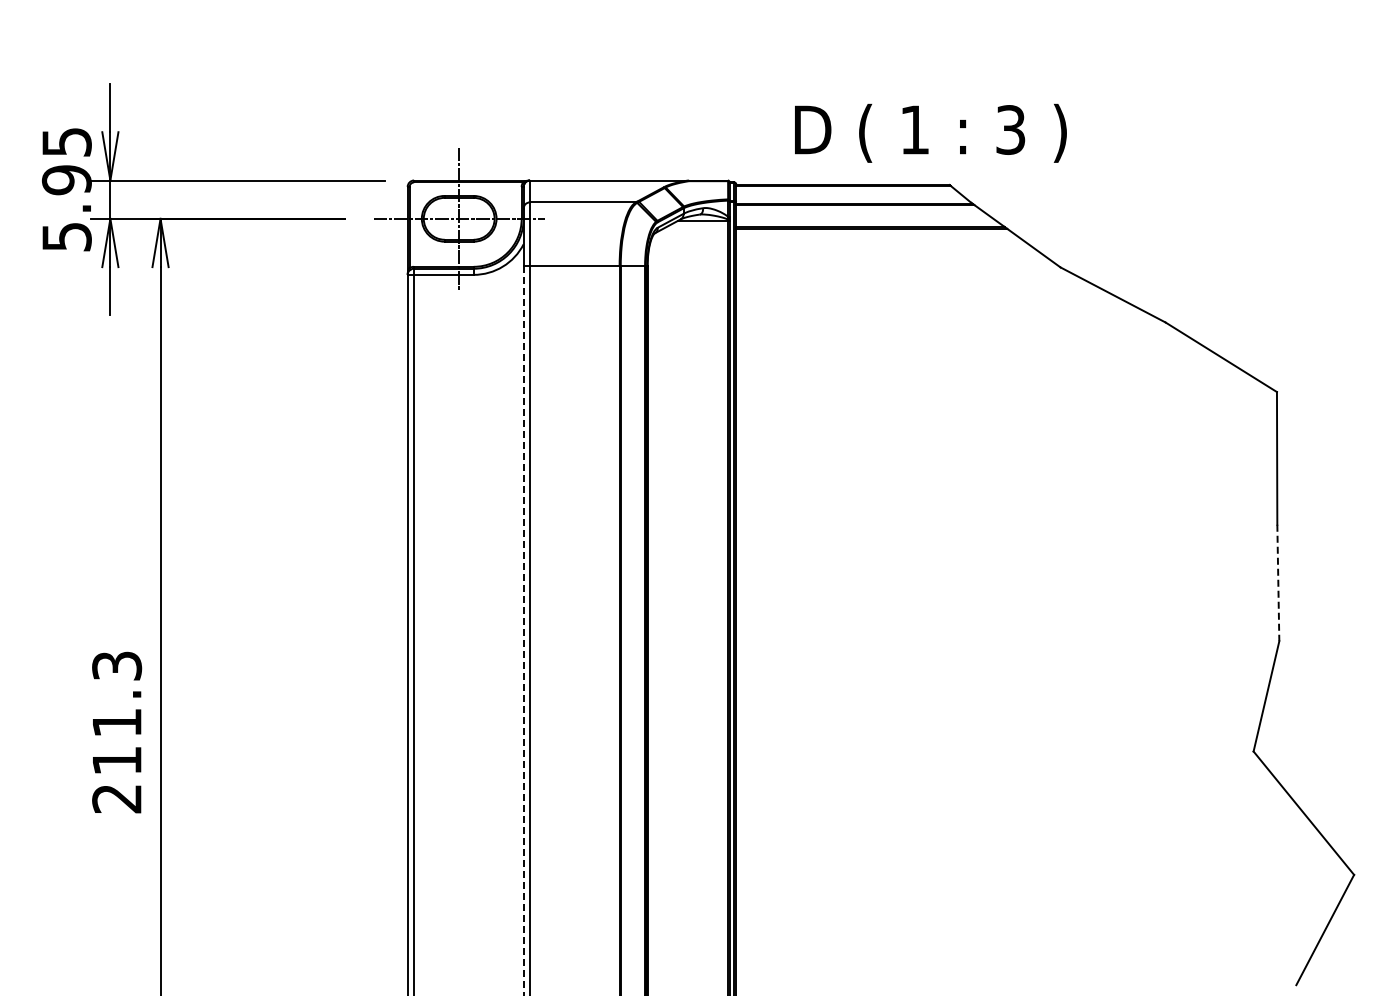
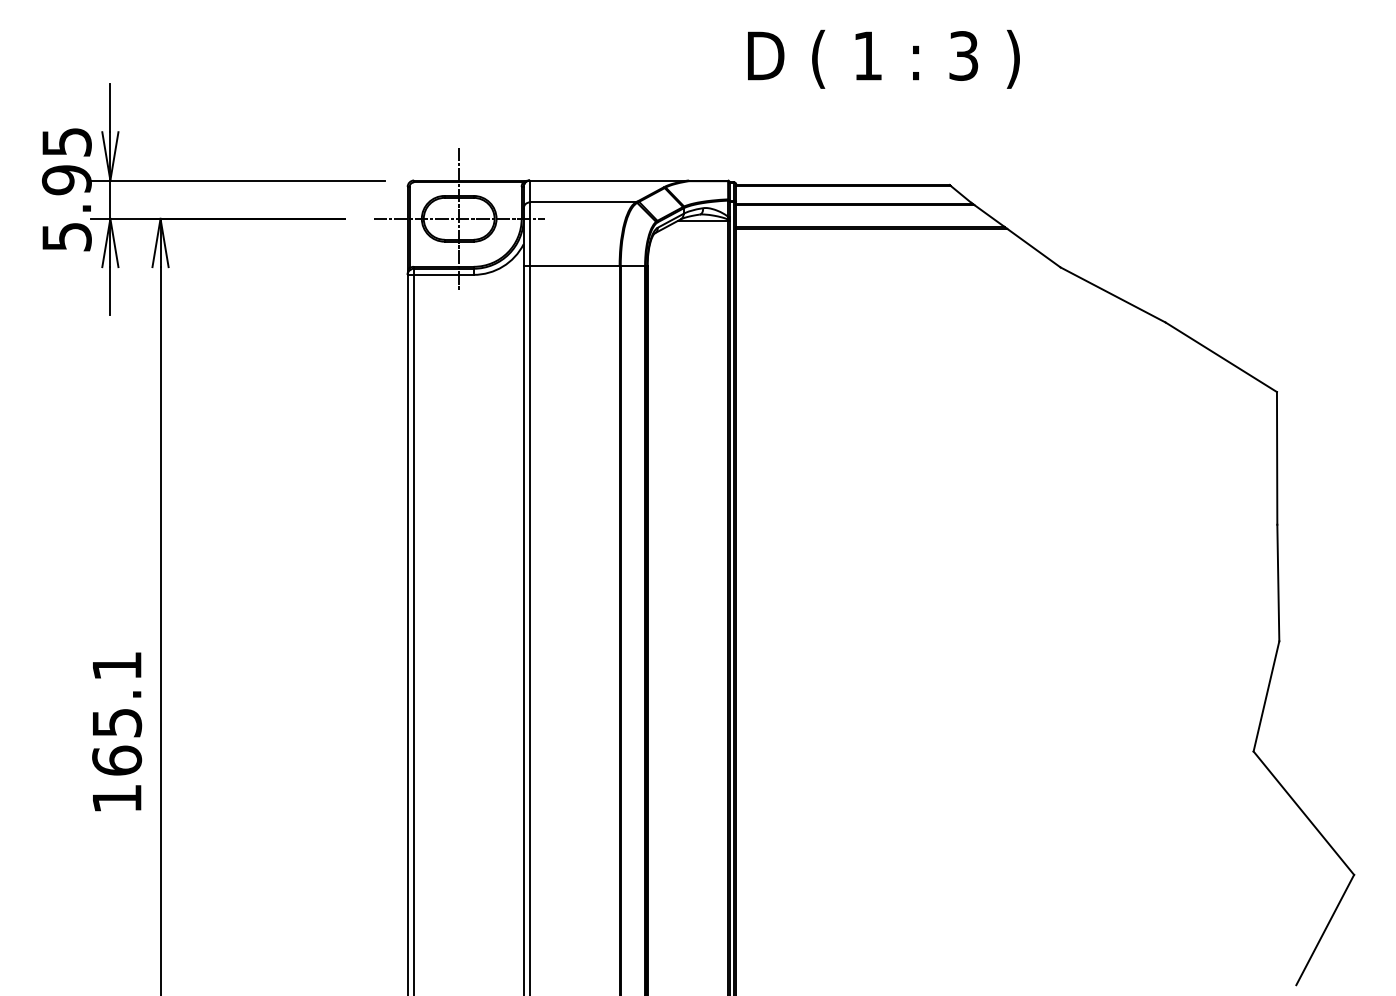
text at (930, 132) position: (930, 132) -> (883, 58)
line at (1278, 583): dashed -> solid
line at (523, 630): dashed -> solid
text at (117, 732): 211.3 -> 165.1
